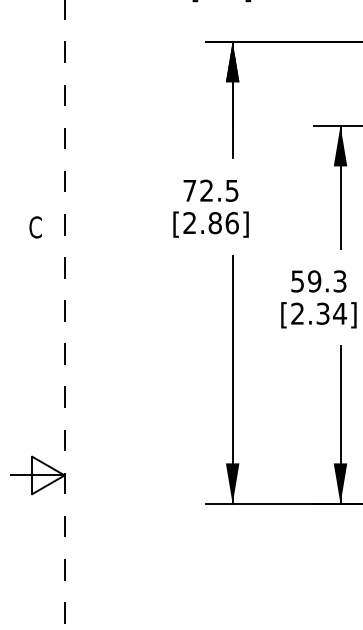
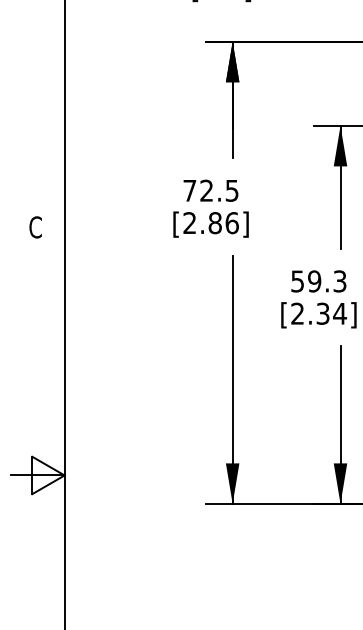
line at (64, 315): dashed -> solid
